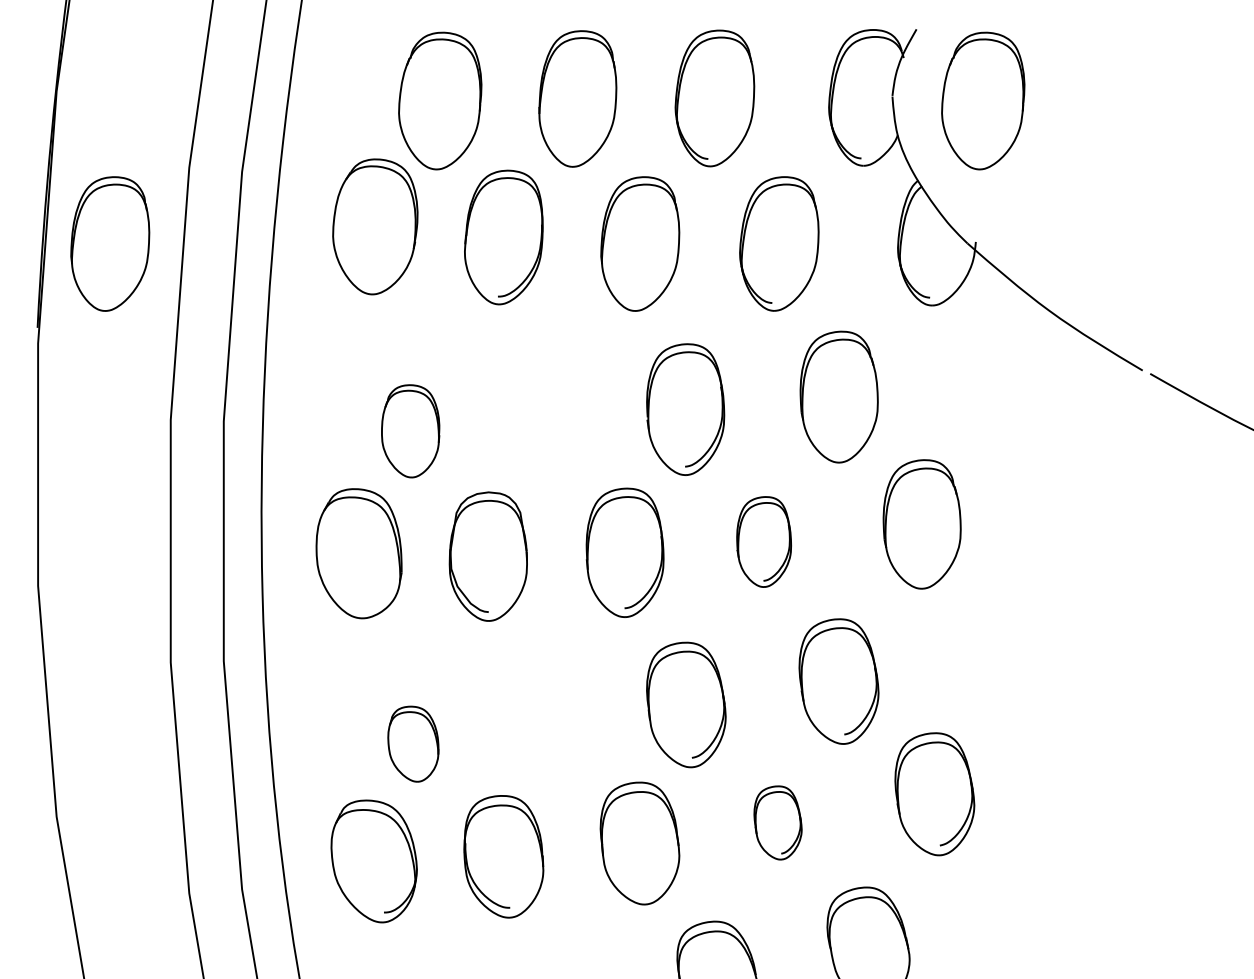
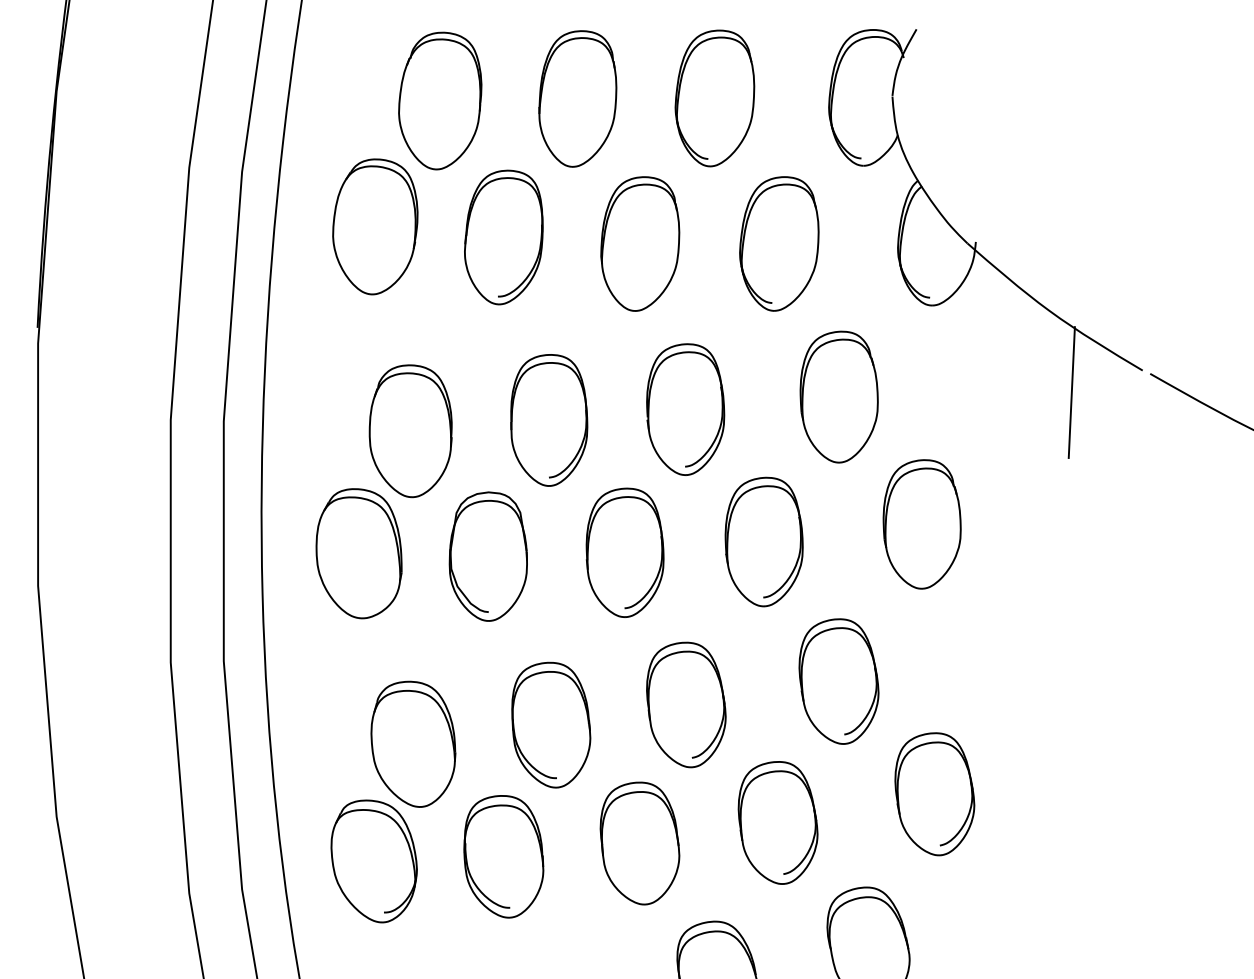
part at (983, 100): present -> none
part at (110, 243): present -> none
line at (1071, 392): none -> present
part at (549, 420): none -> present
part at (410, 431) size: 60x95 px -> 85x135 px
part at (763, 541) size: 56x92 px -> 80x132 px
part at (551, 724): none -> present
part at (413, 743) size: 53x78 px -> 87x128 px
part at (777, 822) size: 50x76 px -> 82x124 px
